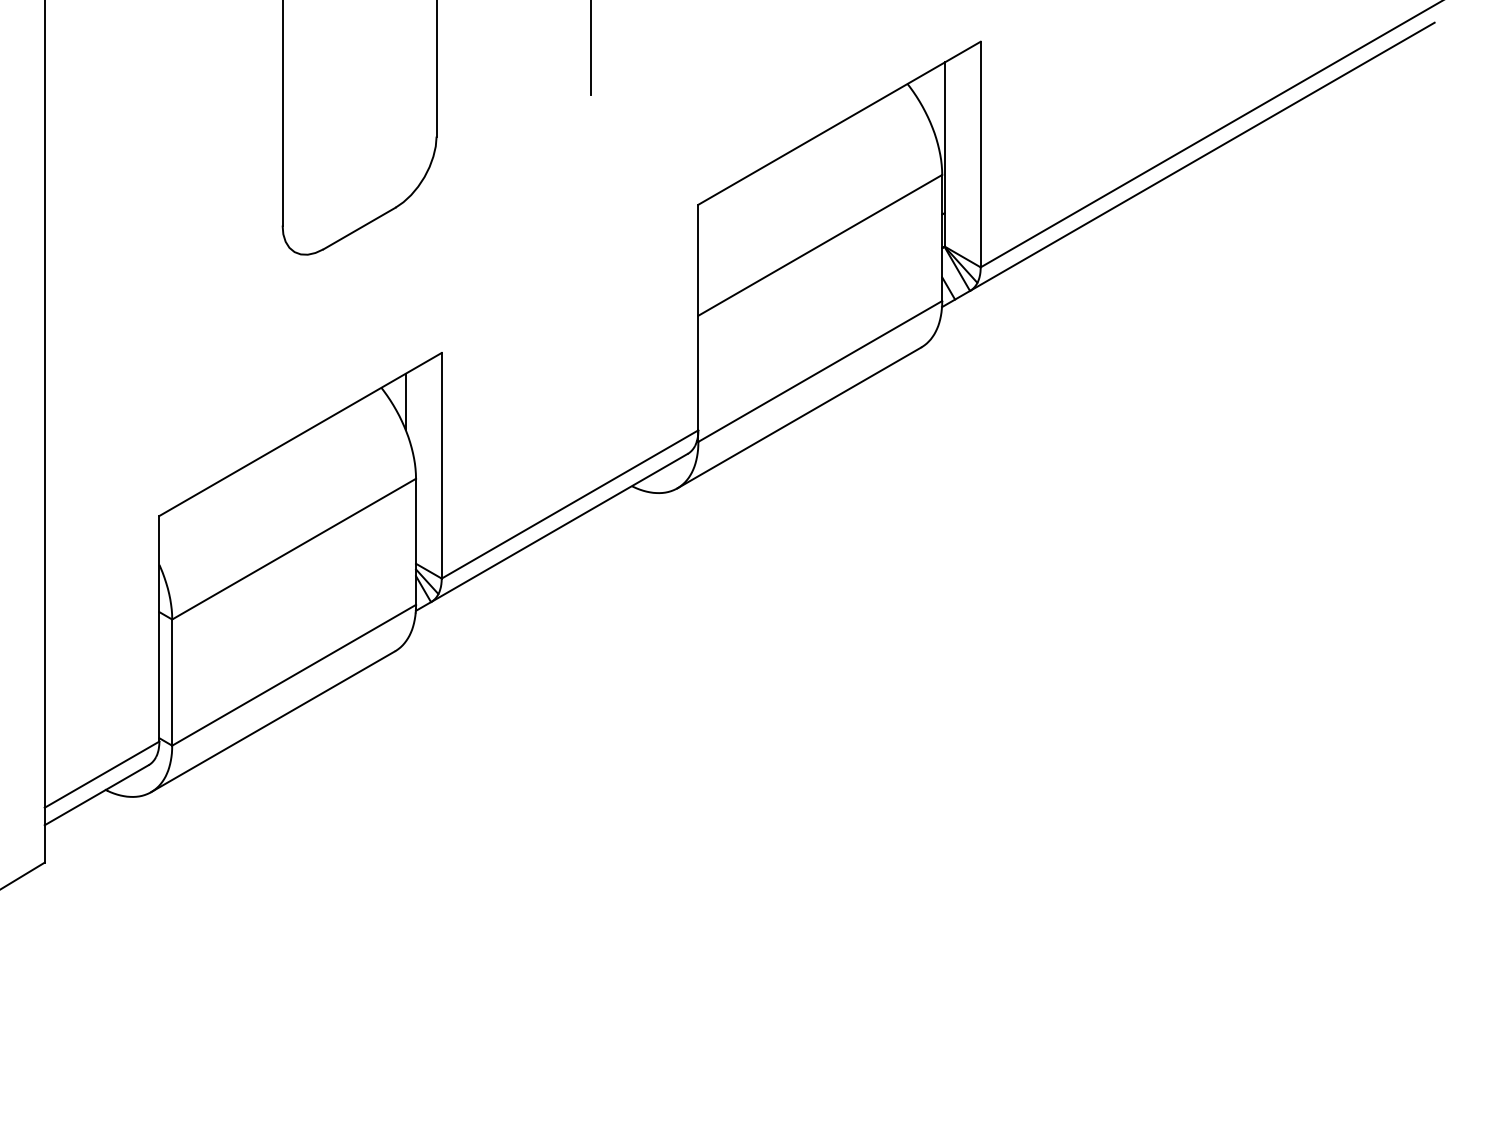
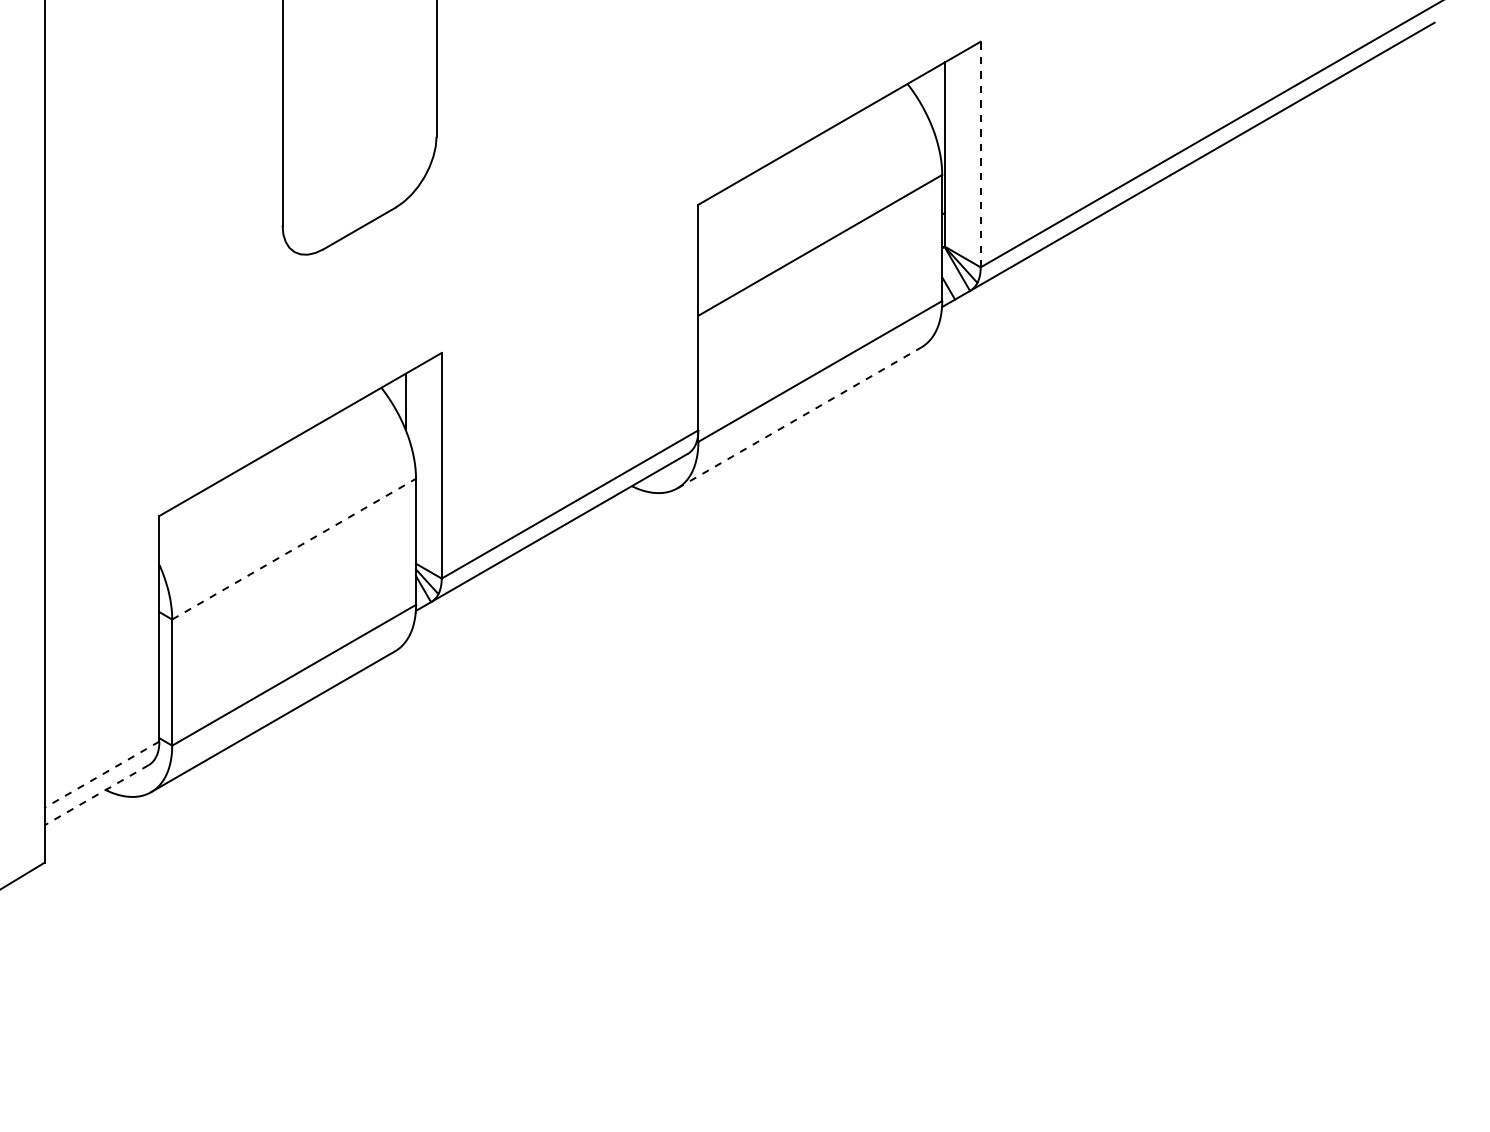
line at (590, 48): present -> none
line at (980, 154): solid -> dashed
line at (799, 418): solid -> dashed
line at (294, 549): solid -> dashed
line at (101, 774): solid -> dashed
line at (96, 795): solid -> dashed
